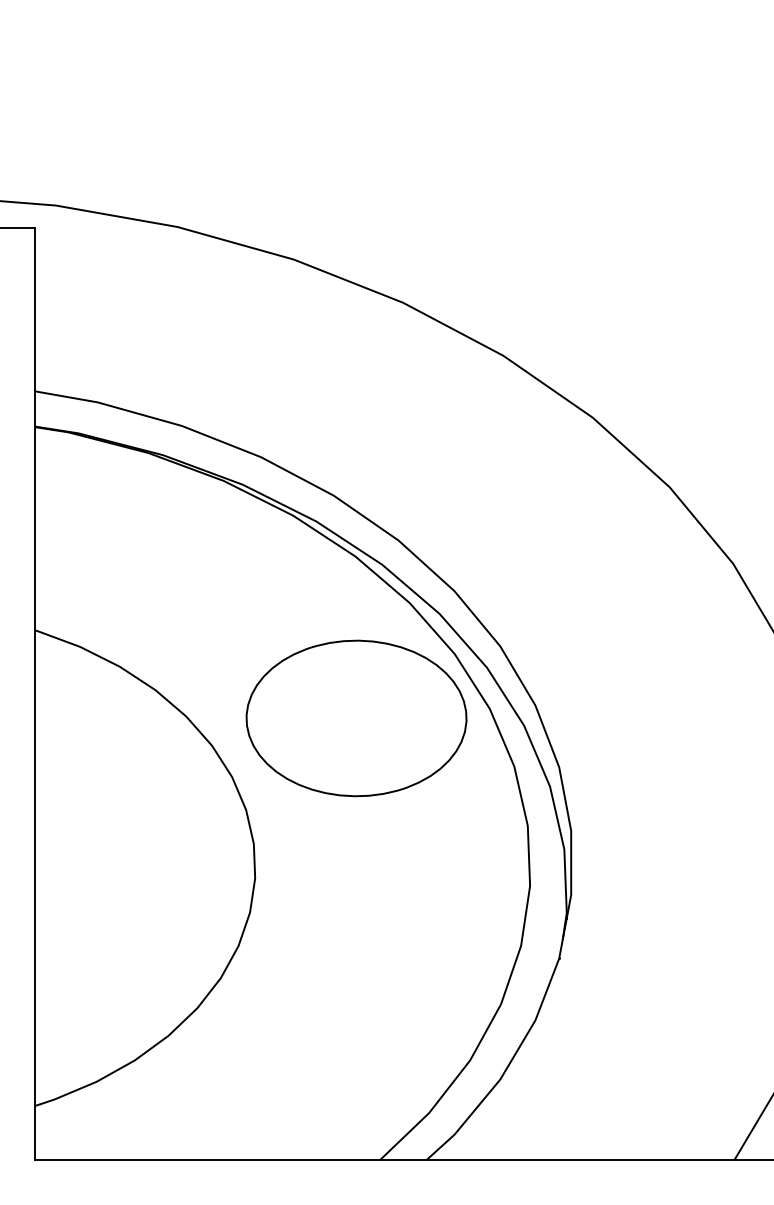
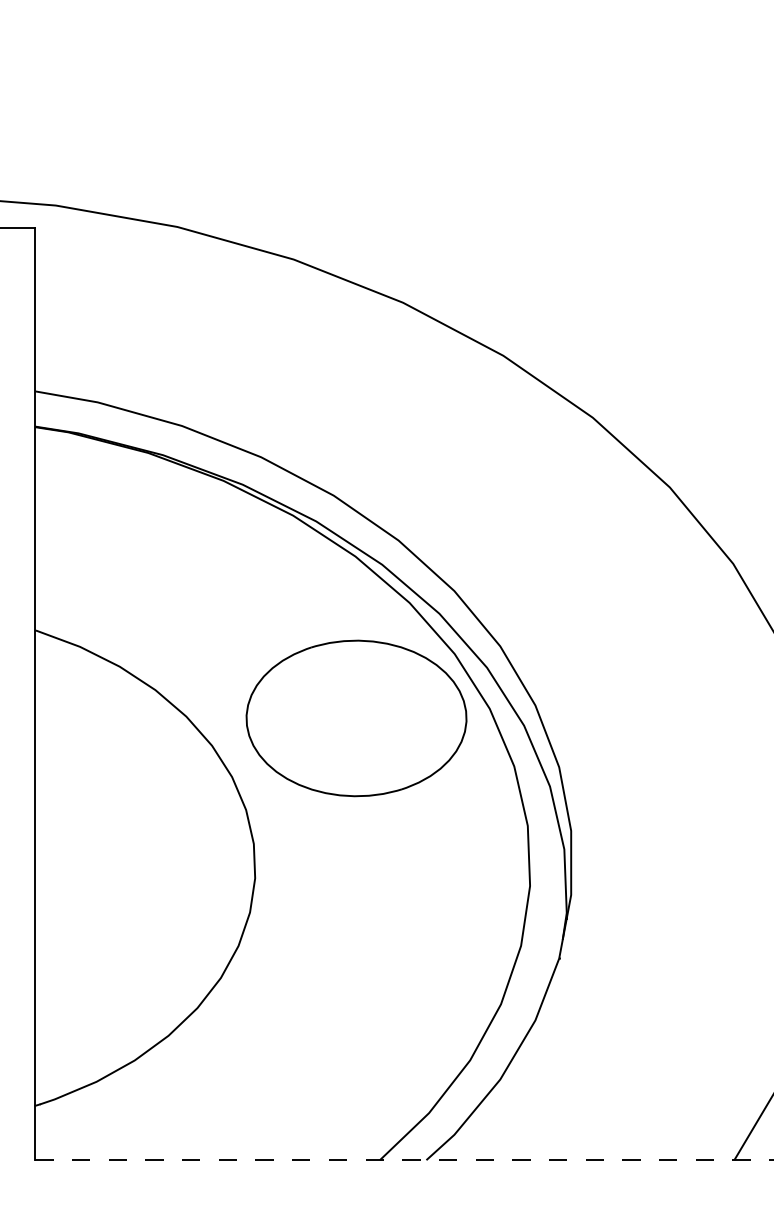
line at (404, 1160): solid -> dashed
